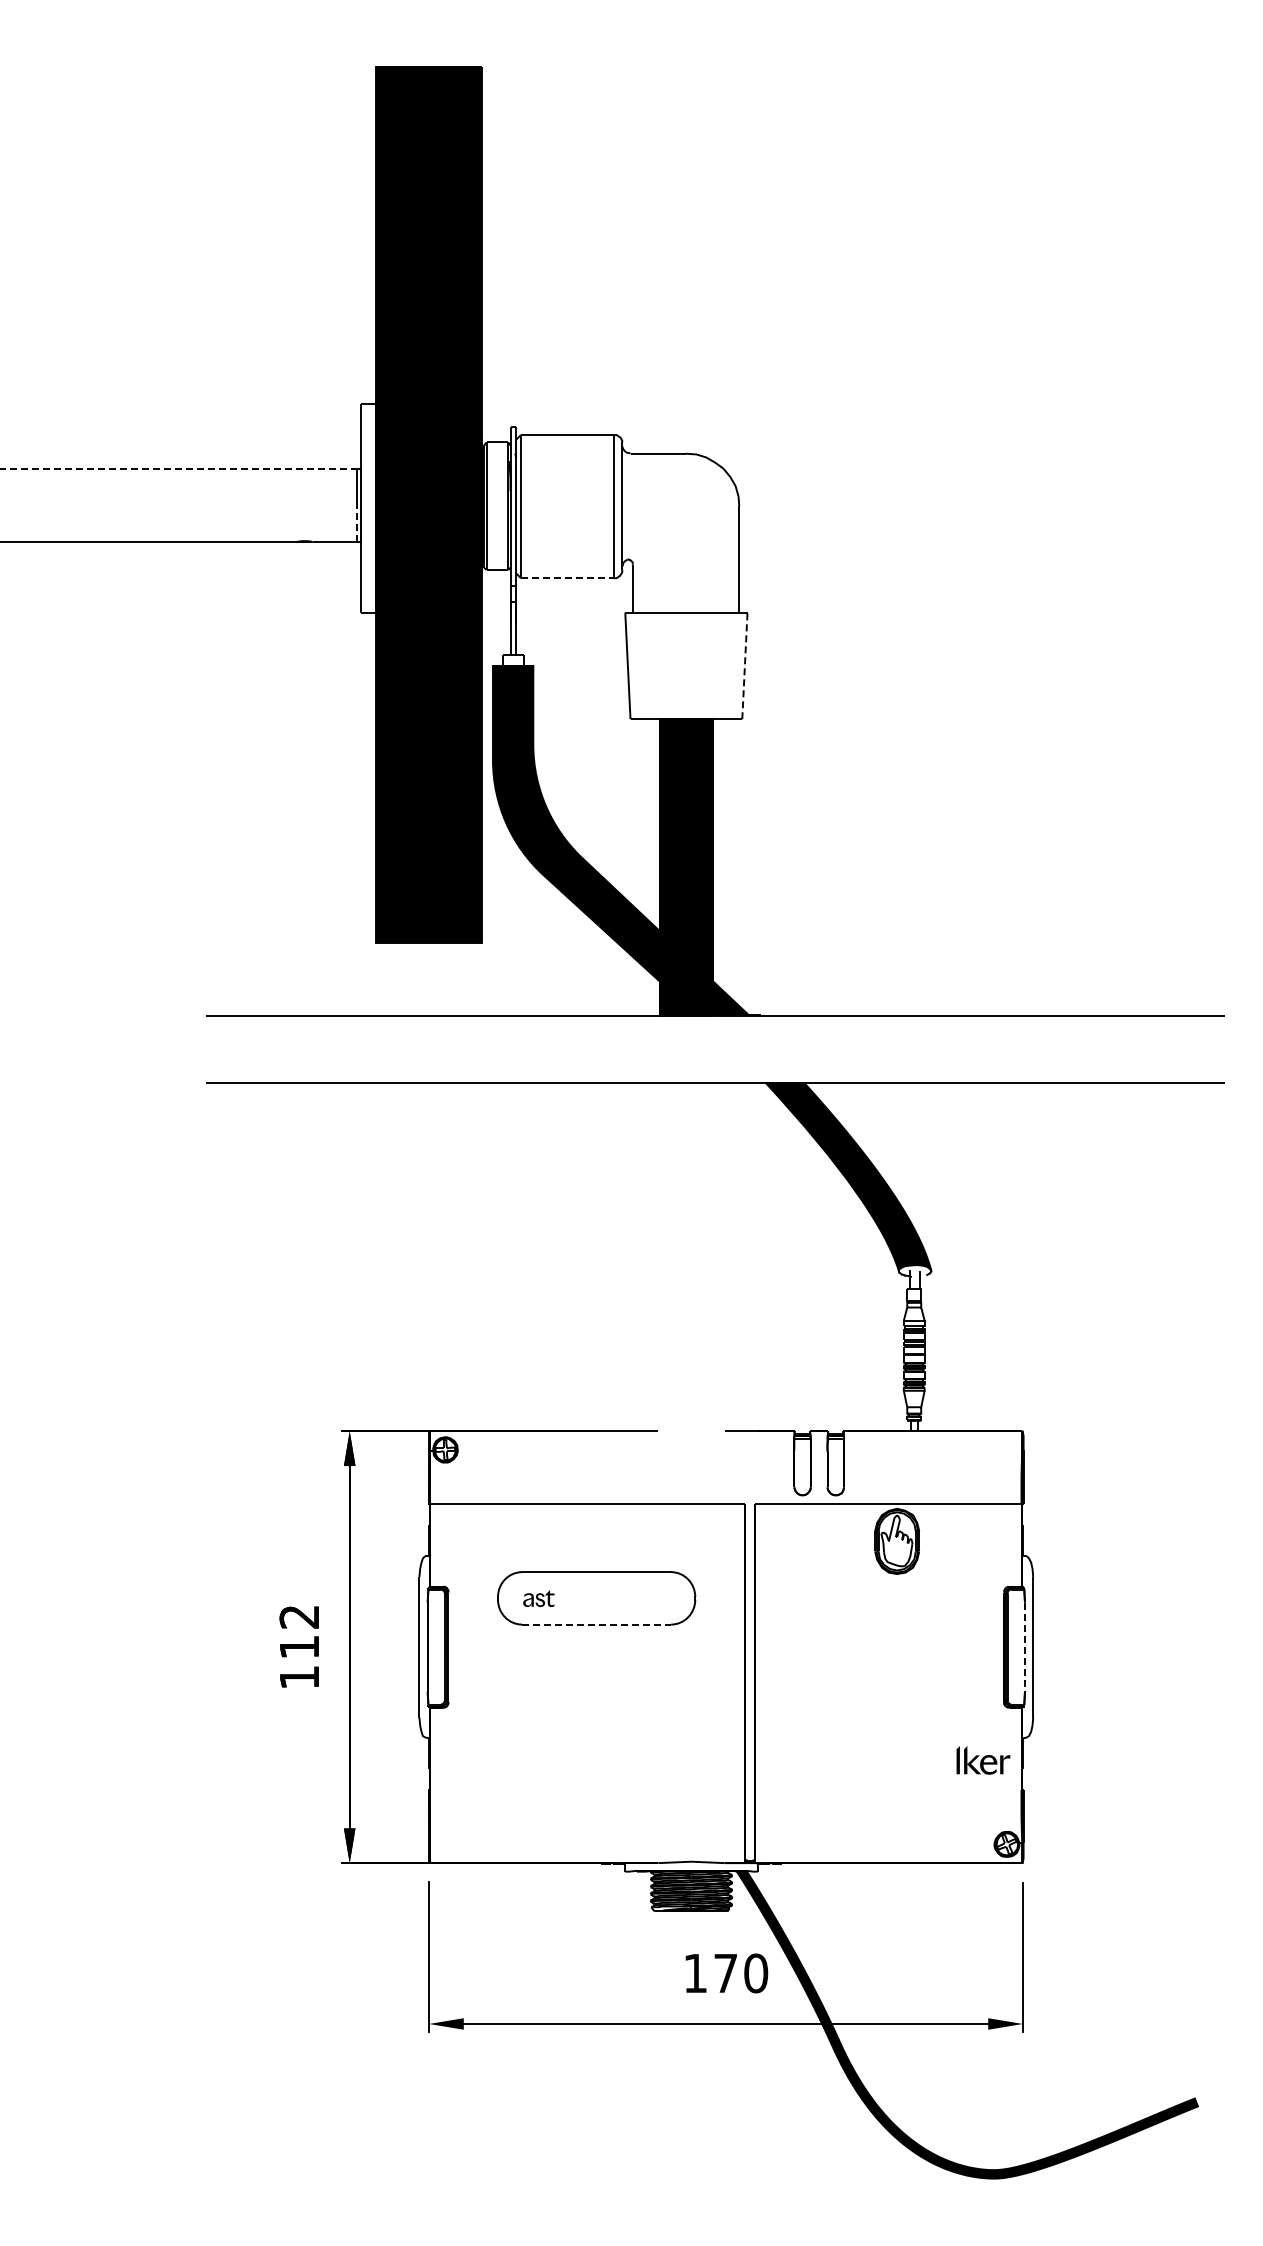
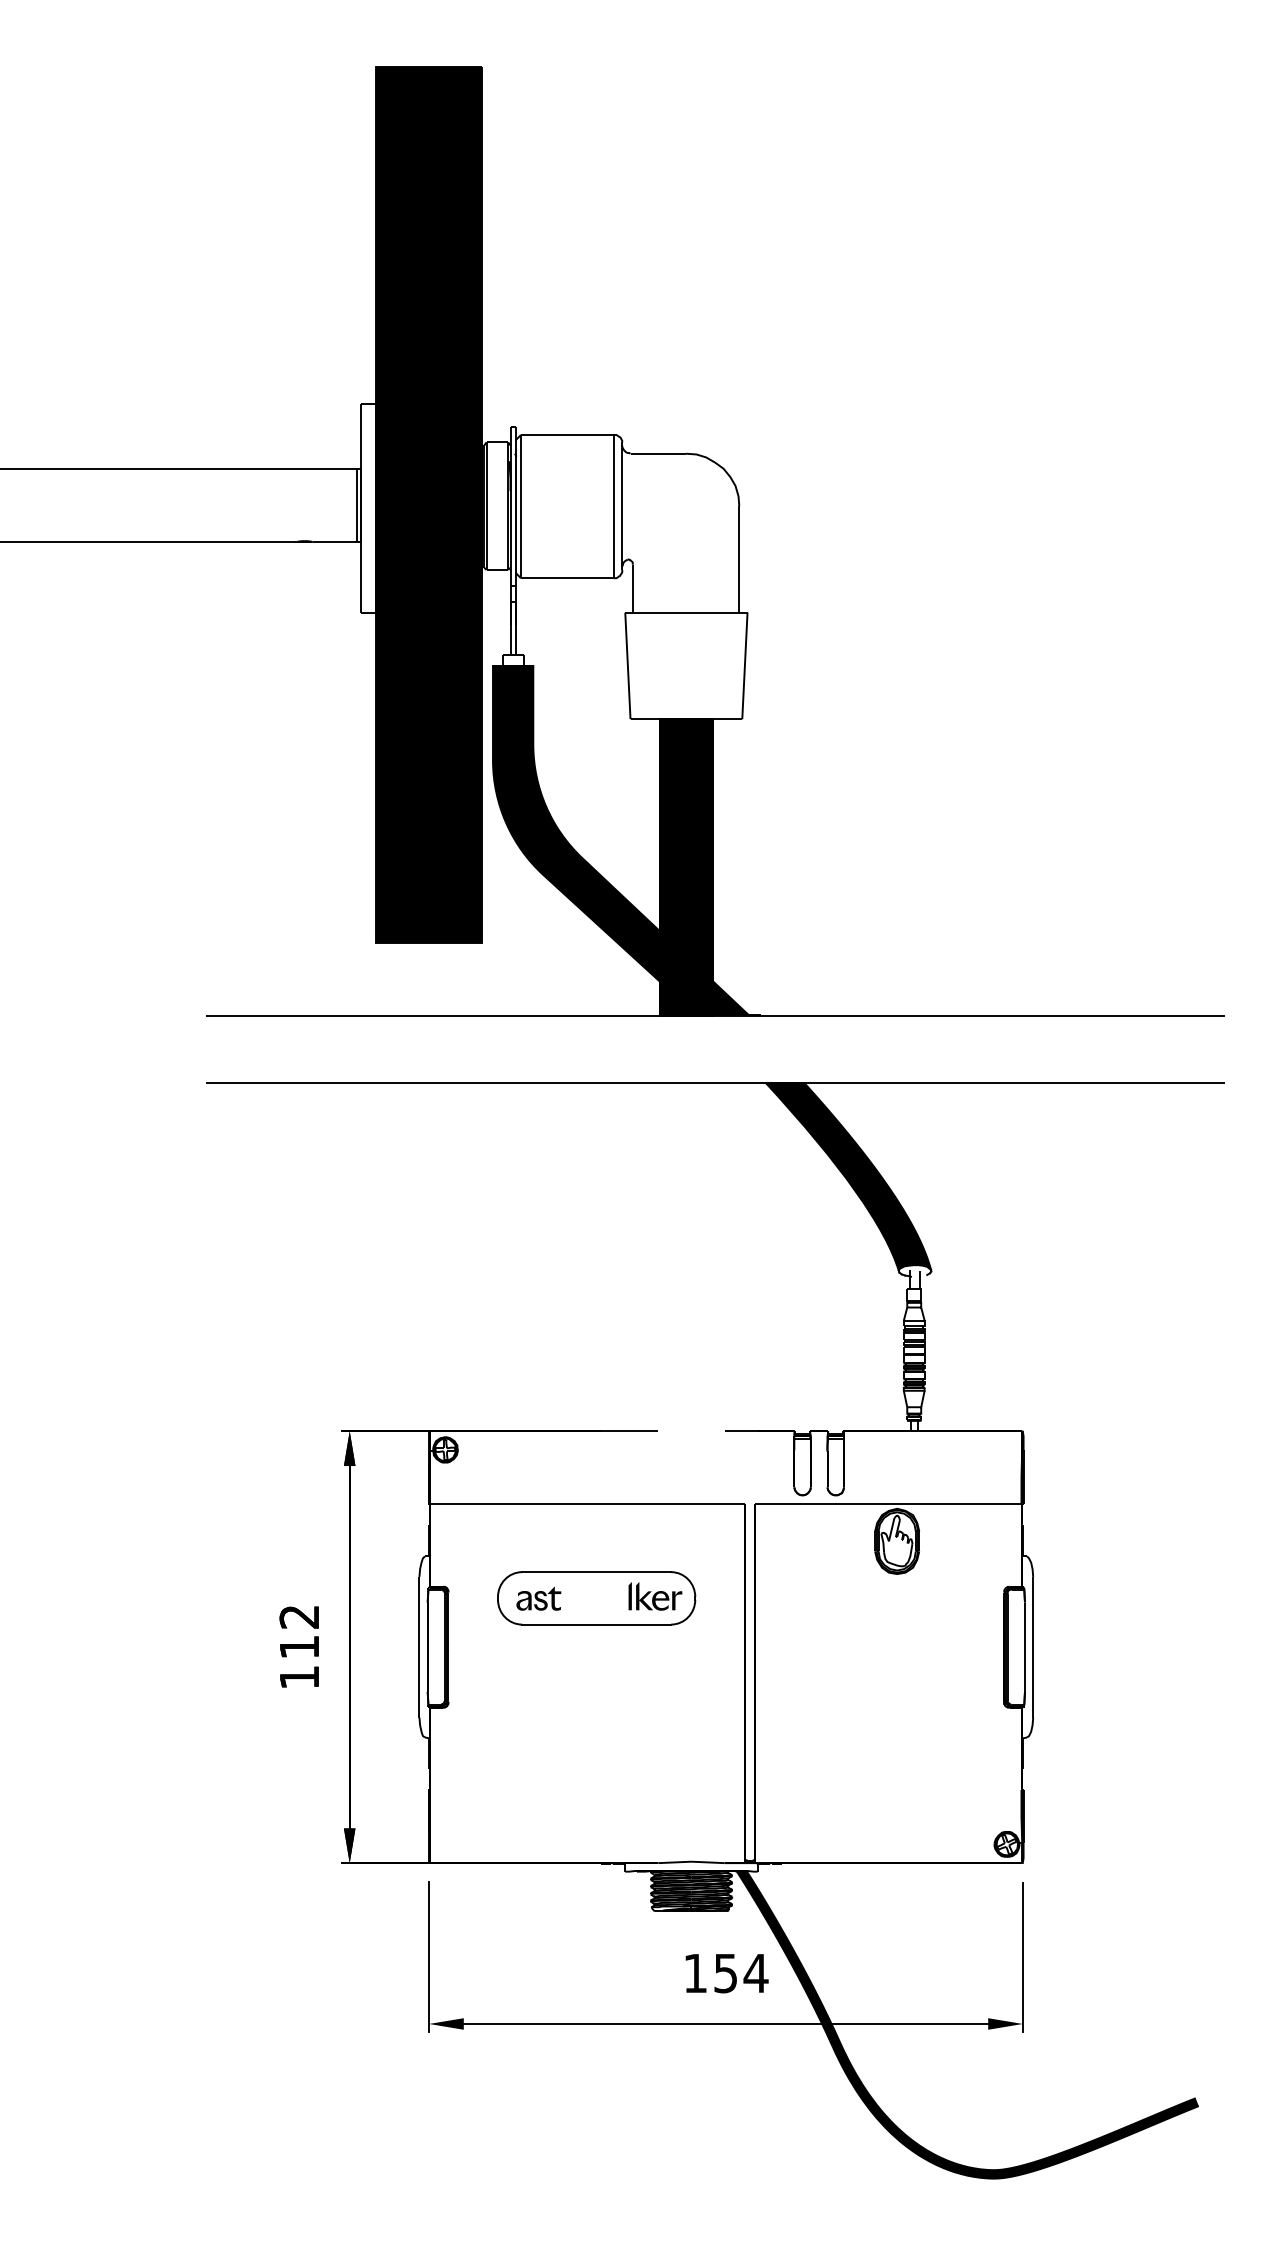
line at (179, 469): dashed -> solid
line at (356, 523): dashed -> solid
line at (568, 578): dashed -> solid
line at (744, 665): dashed -> solid
part at (538, 1598) size: 32x17 px -> 46x25 px
line at (597, 1624): dashed -> solid
line at (1024, 1647): dashed -> solid
part at (983, 1760) position: (983, 1760) -> (655, 1596)
text at (741, 1973): 170 -> 154
